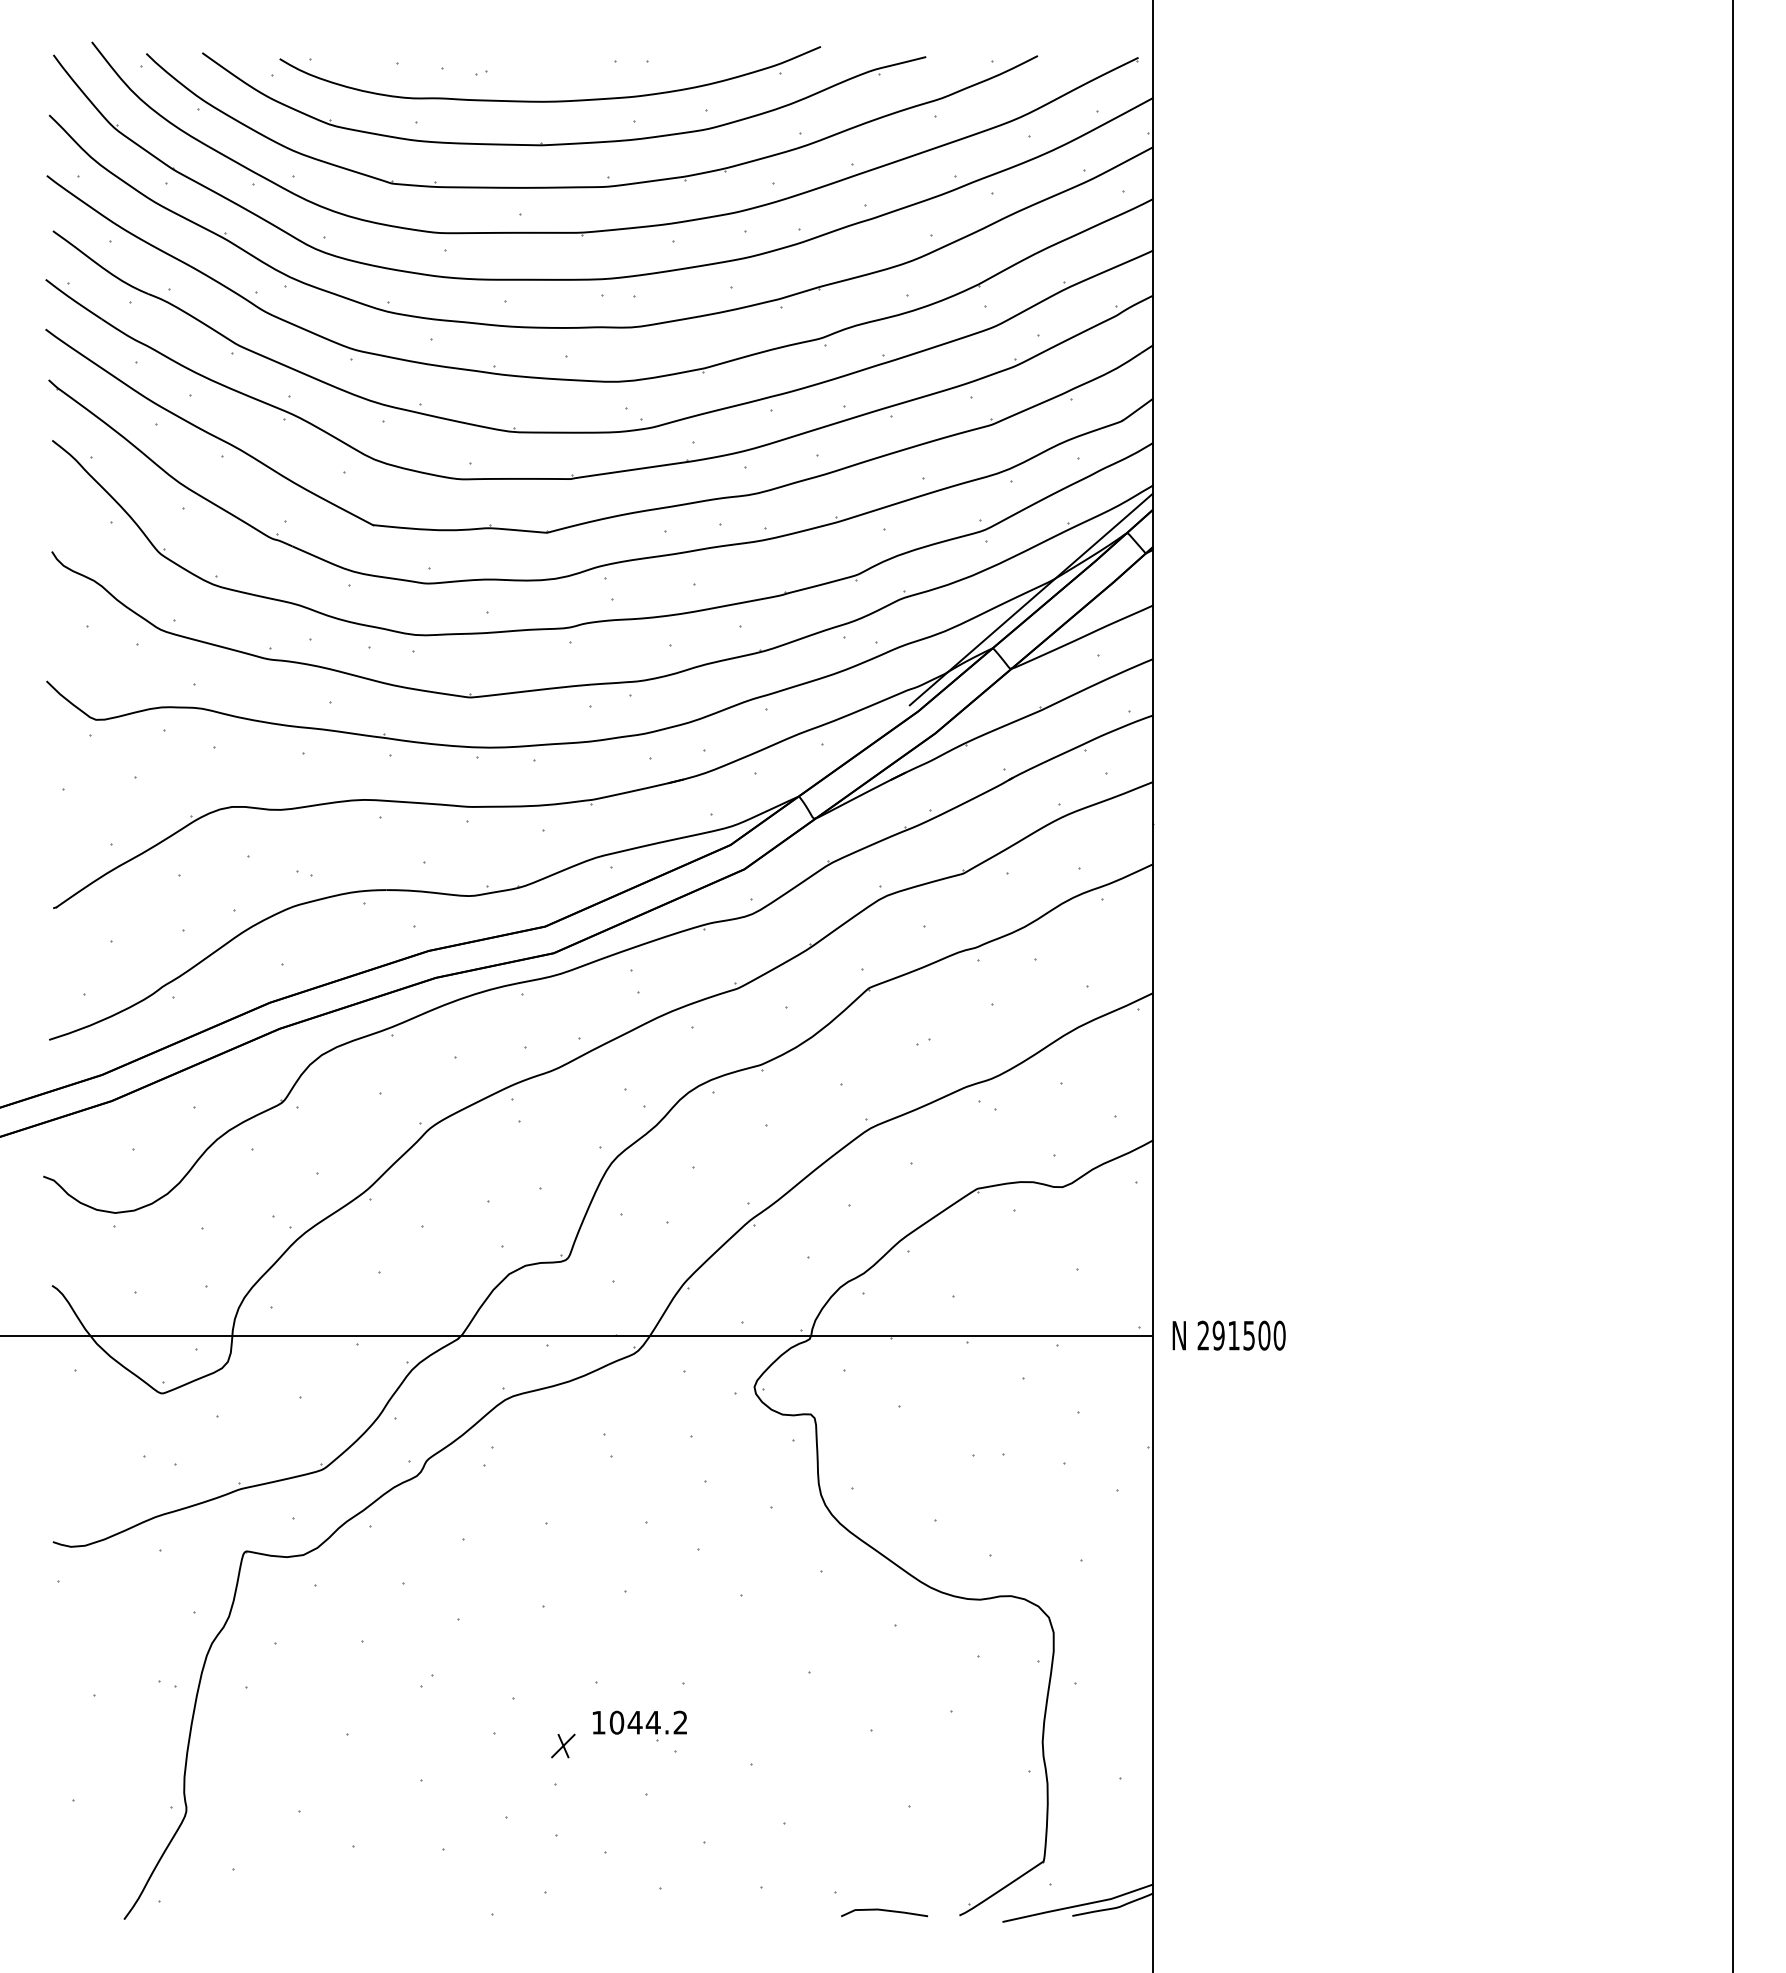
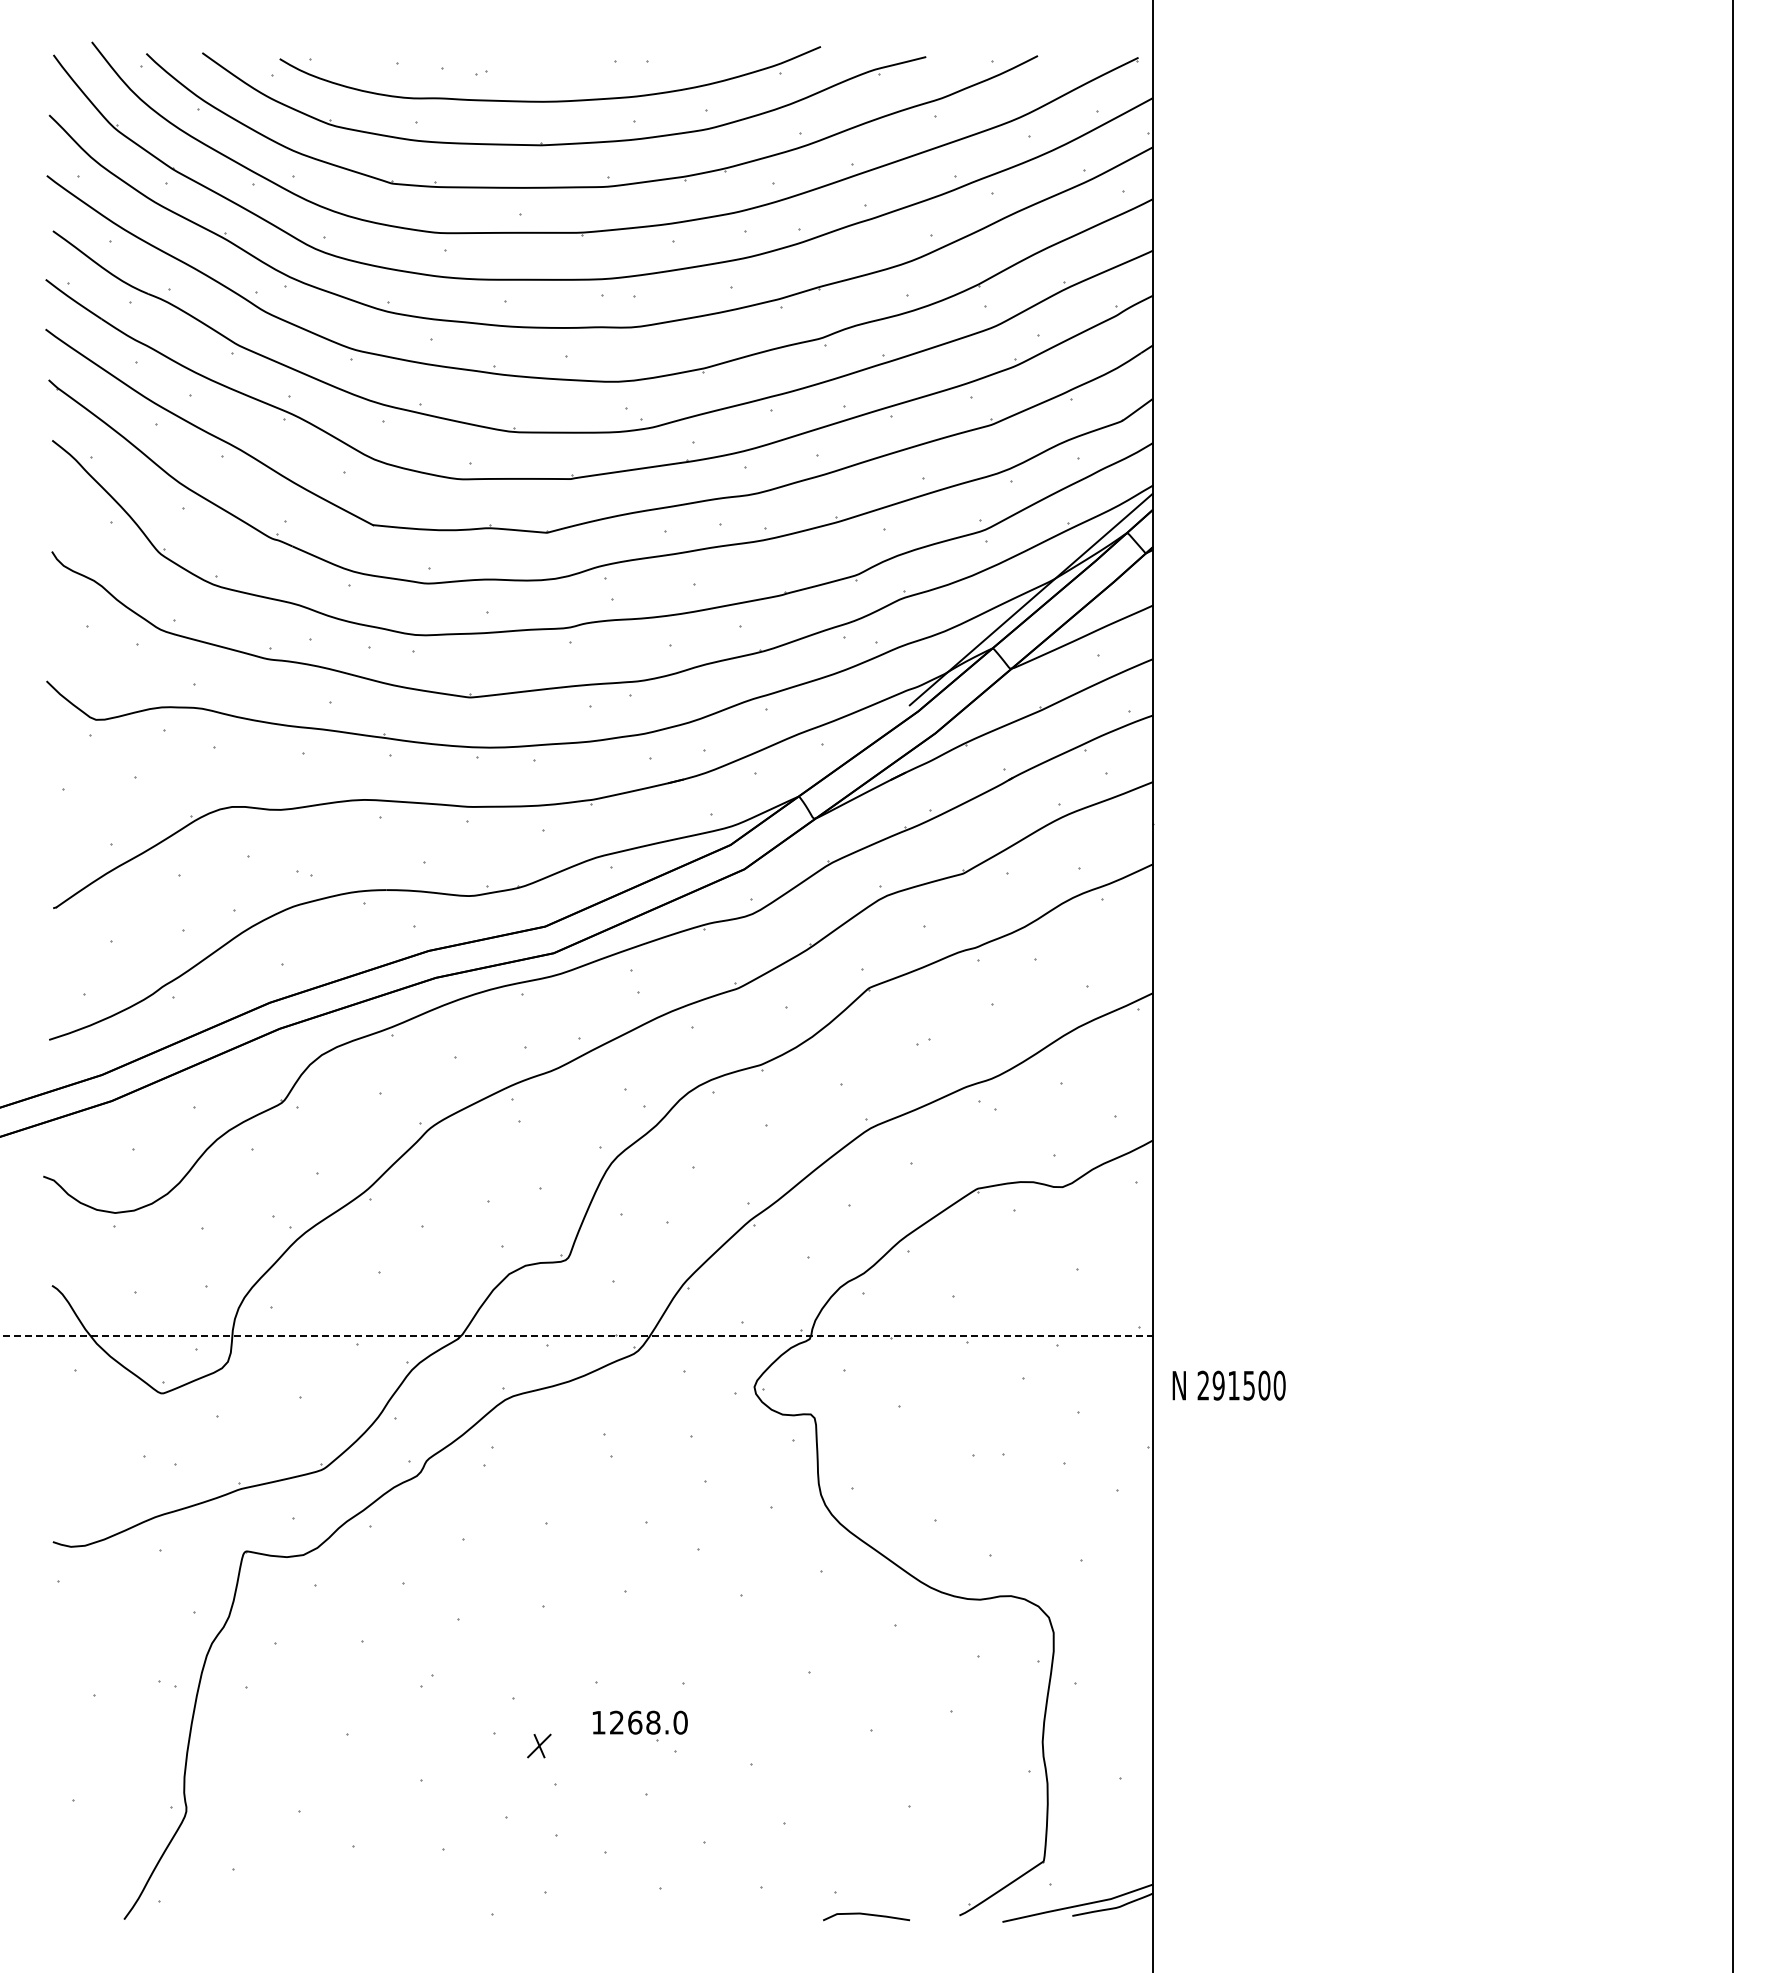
line at (576, 1335): solid -> dashed
text at (1228, 1335) position: (1228, 1335) -> (1228, 1385)
text at (648, 1722): 1044.2 -> 1268.0
part at (563, 1745) position: (563, 1745) -> (539, 1745)
line at (884, 1911) position: (884, 1911) -> (866, 1915)
